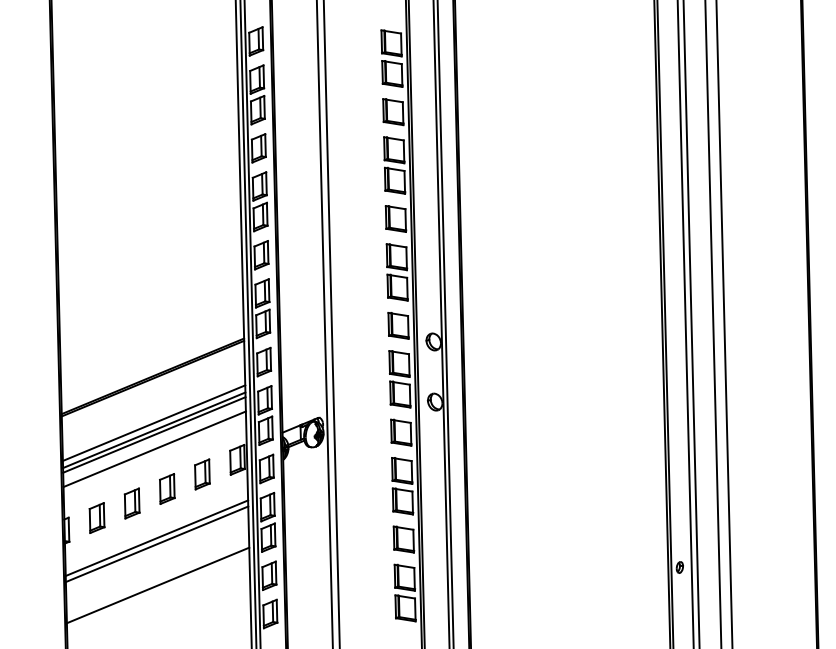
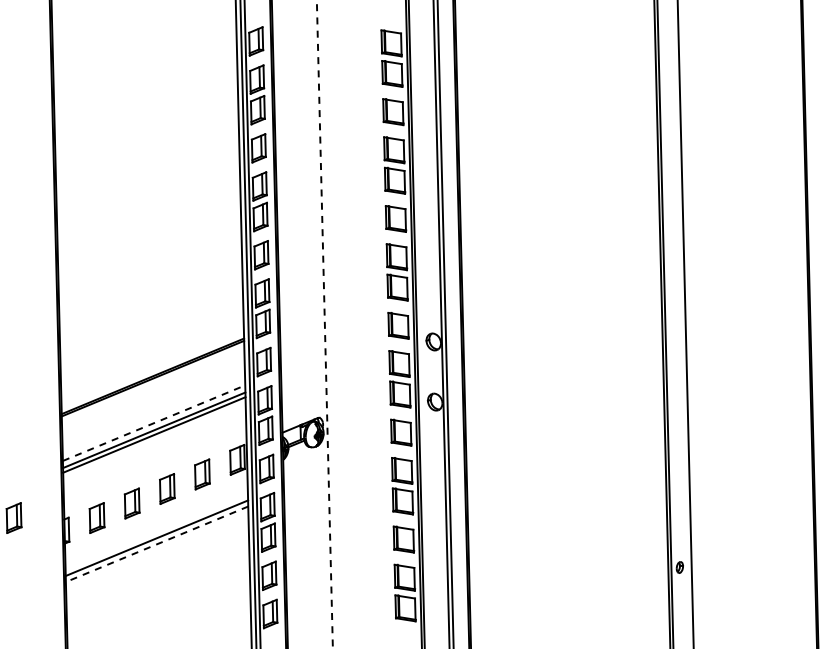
line at (331, 323): present -> none
line at (691, 323): present -> none
line at (713, 323): present -> none
line at (724, 323): present -> none
line at (324, 324): solid -> dashed
line at (154, 423): solid -> dashed
line at (154, 449): present -> none
part at (13, 517): none -> present
line at (157, 544): solid -> dashed
line at (157, 585): present -> none
